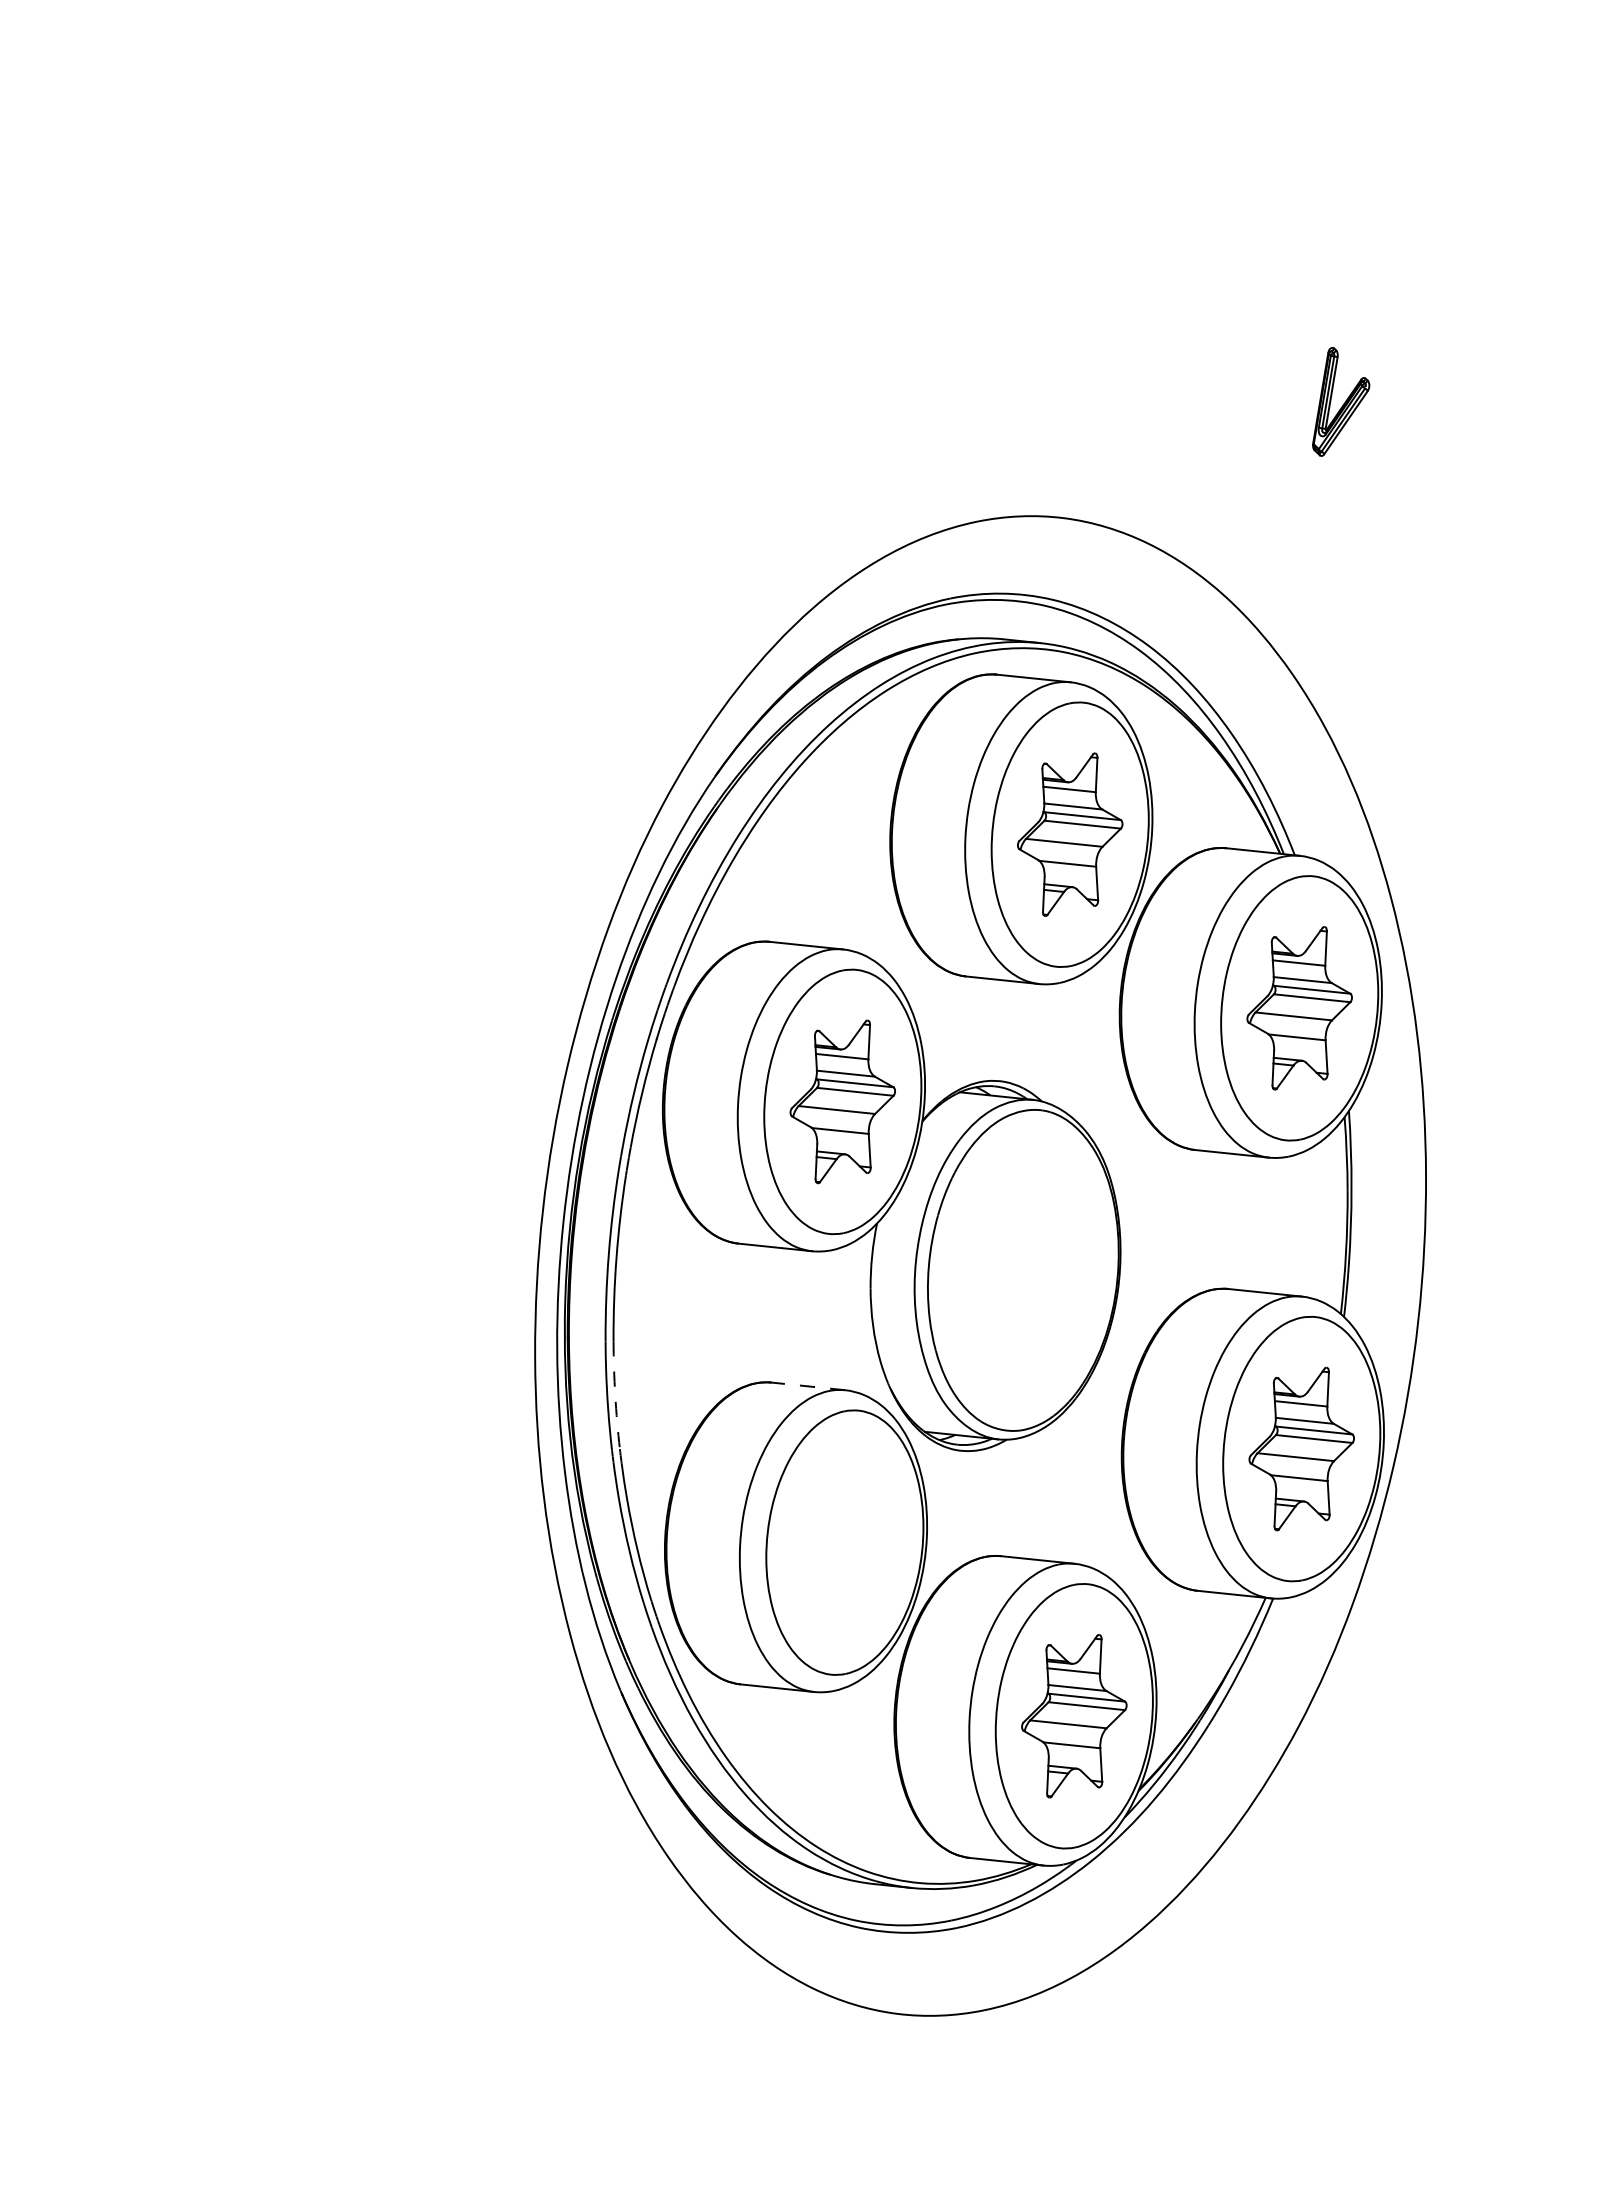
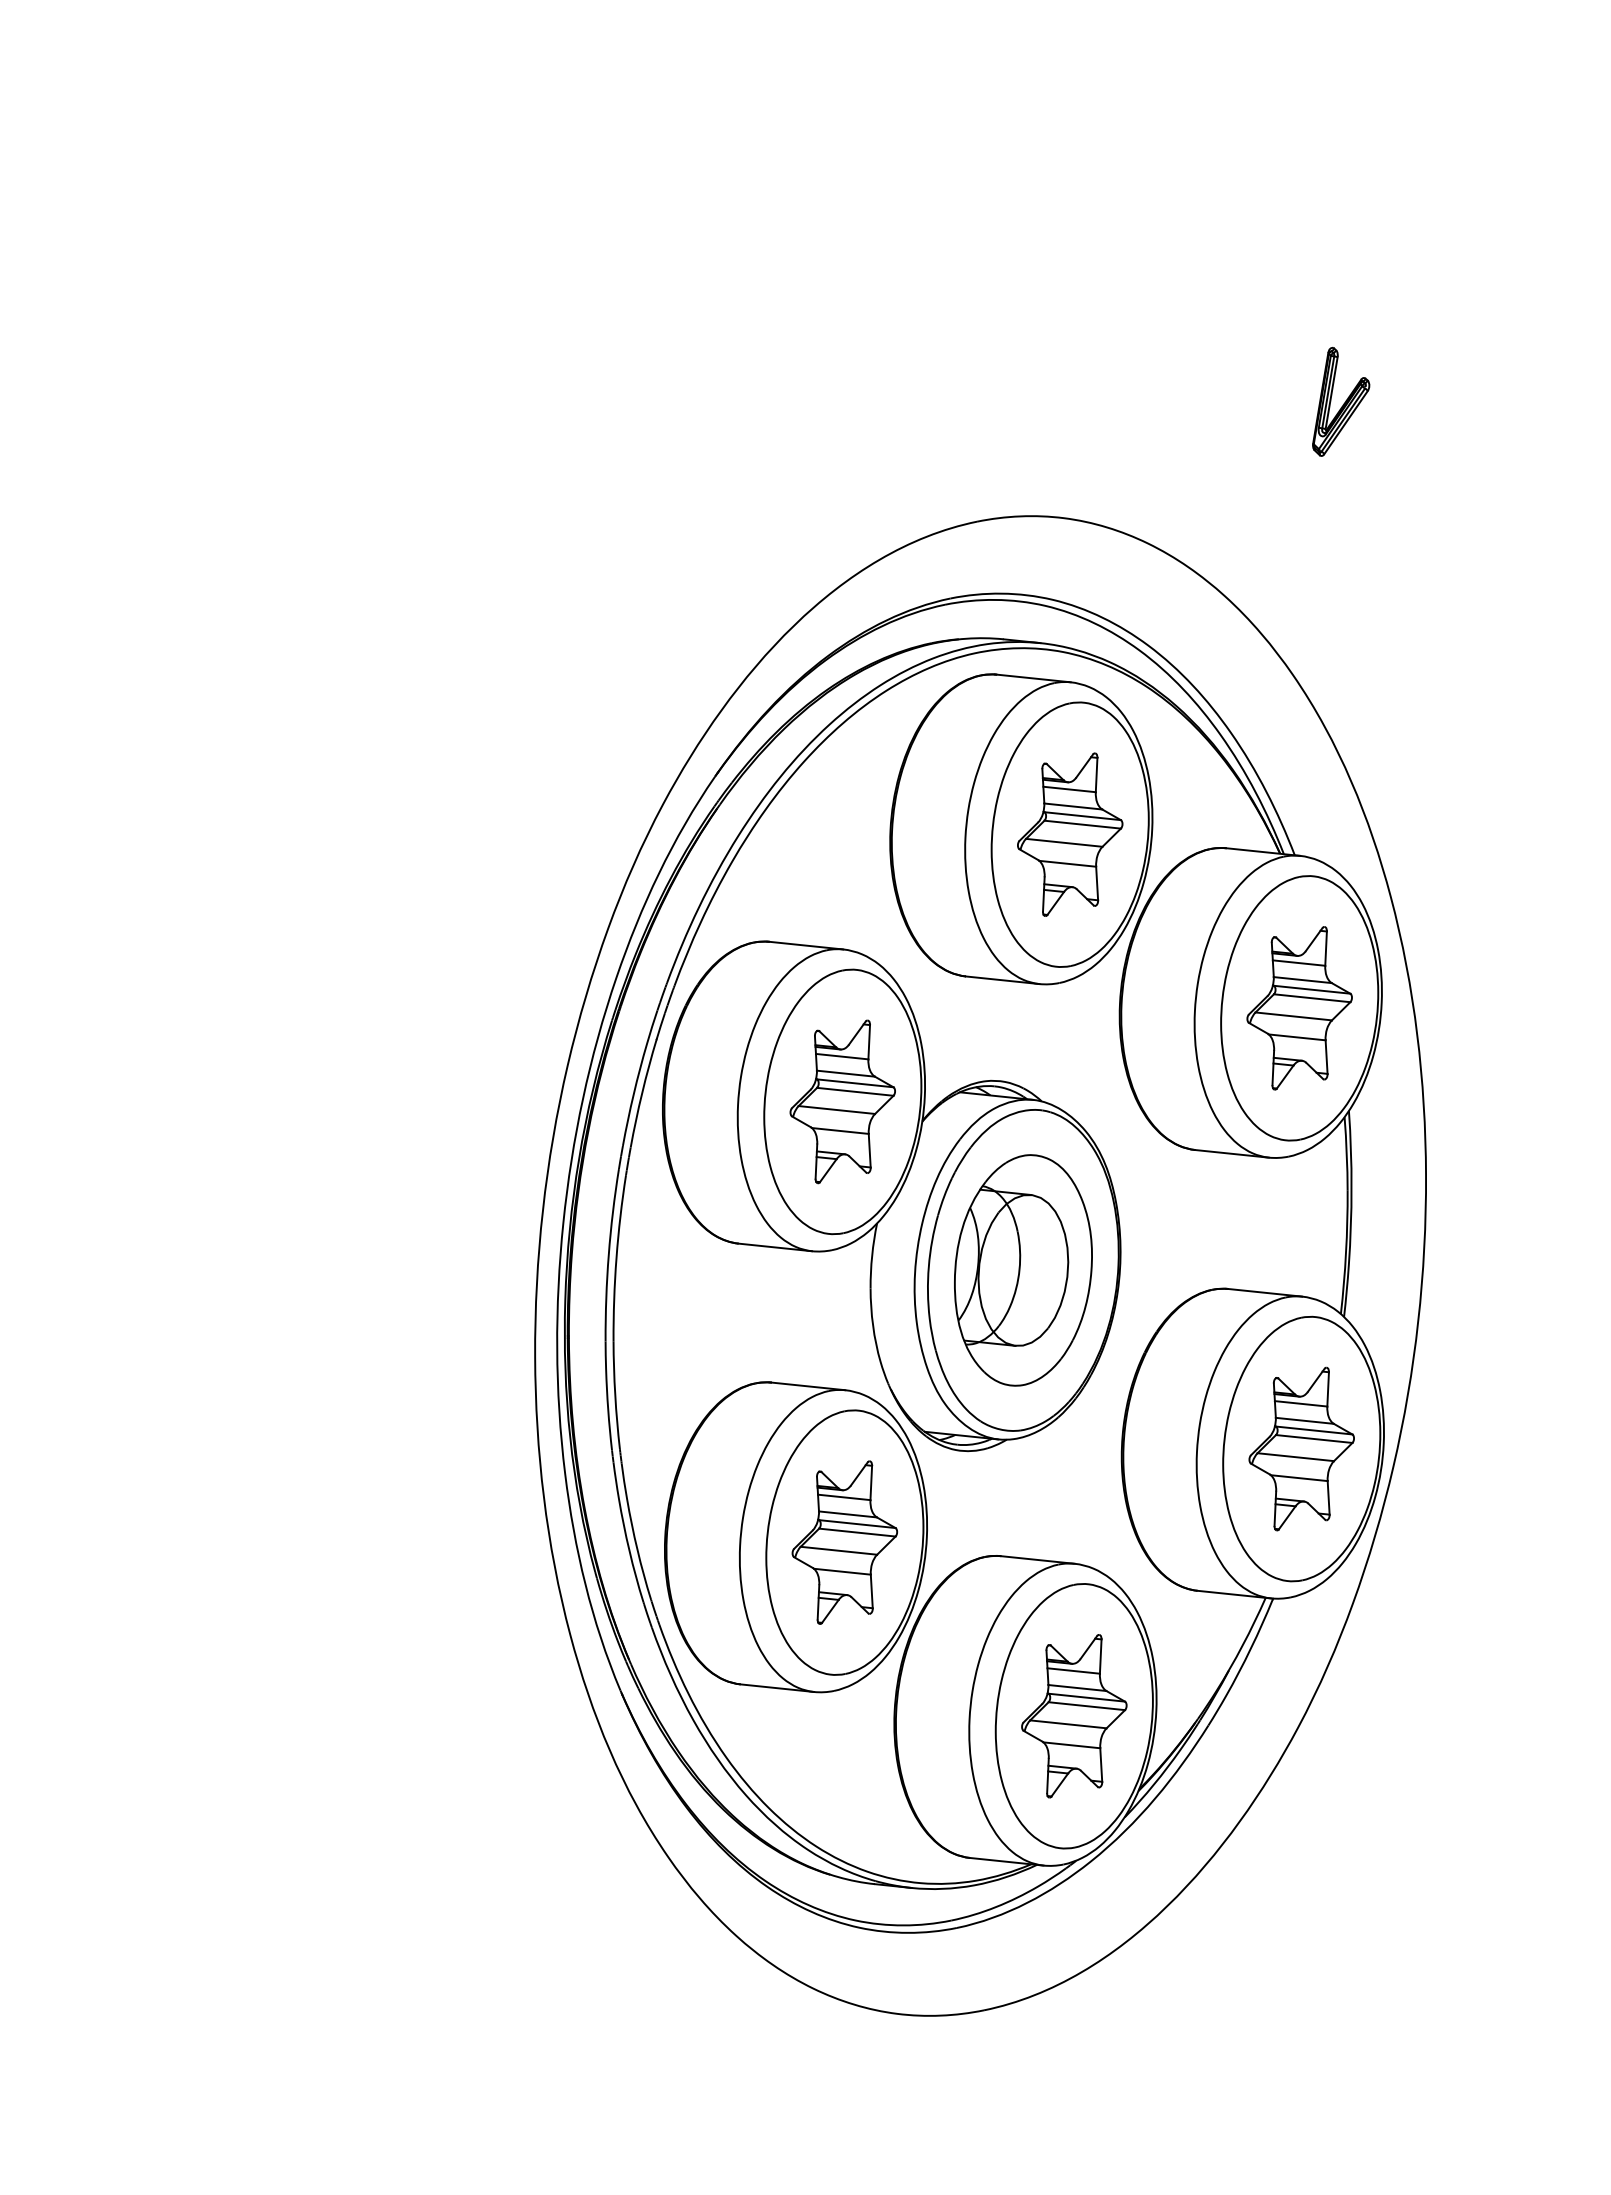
part at (1023, 1270): none -> present
line at (808, 1386): dashed -> solid
arc at (615, 1395): dashed -> solid
part at (844, 1542): none -> present
